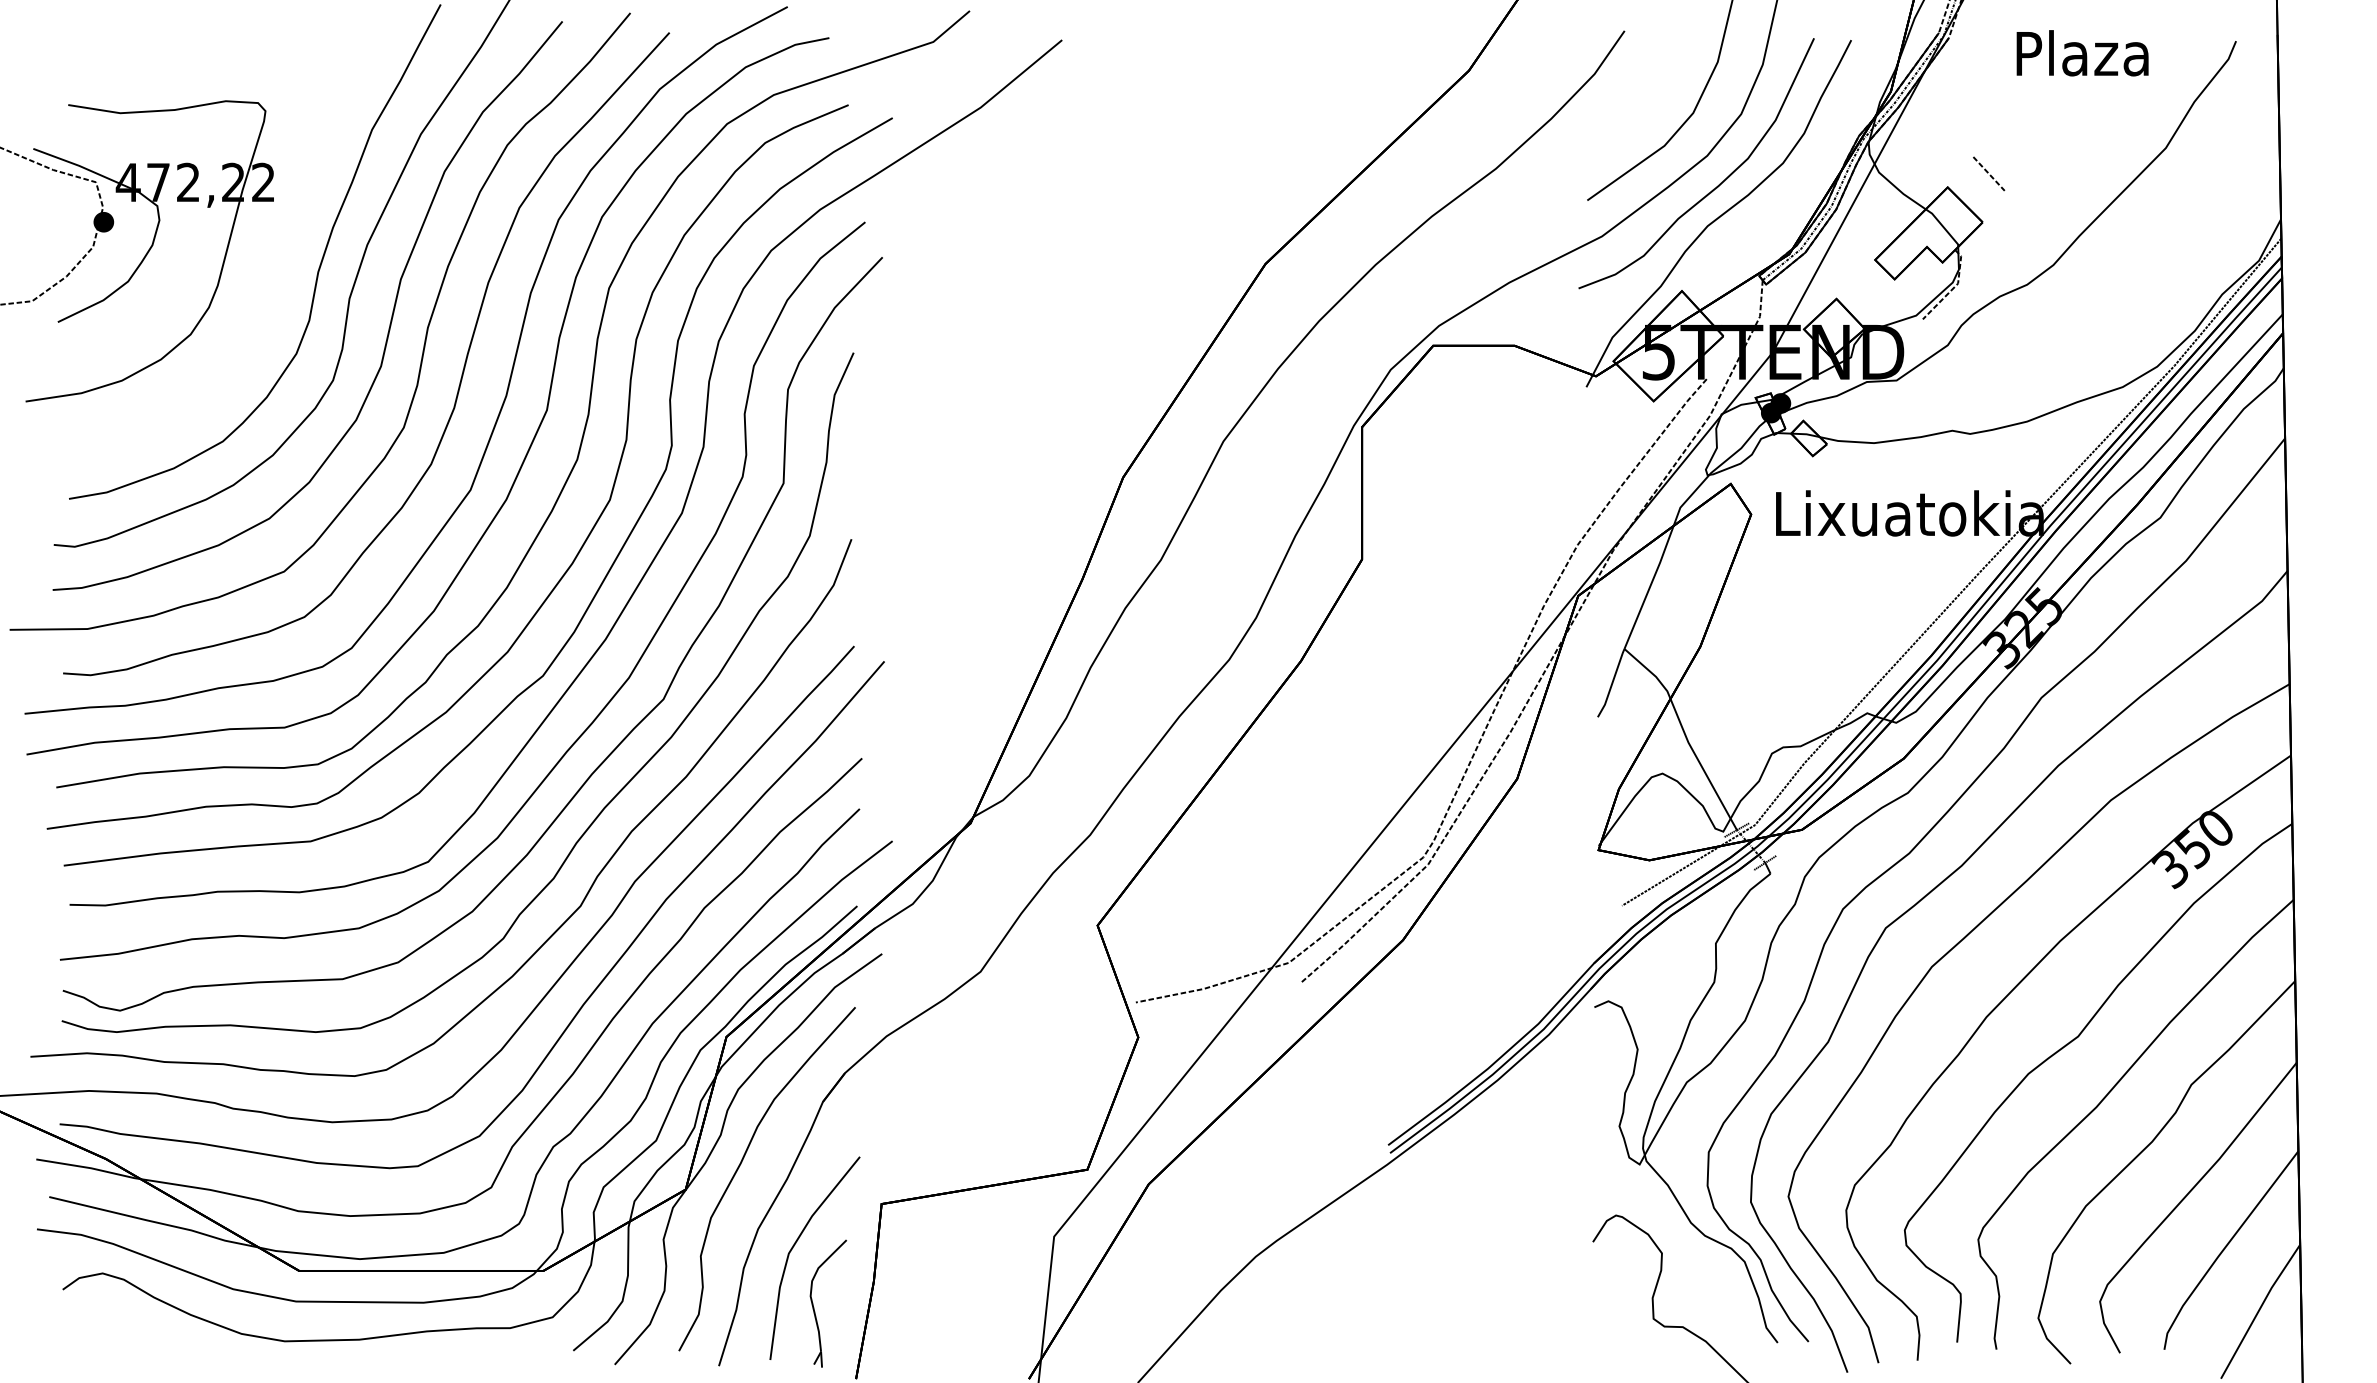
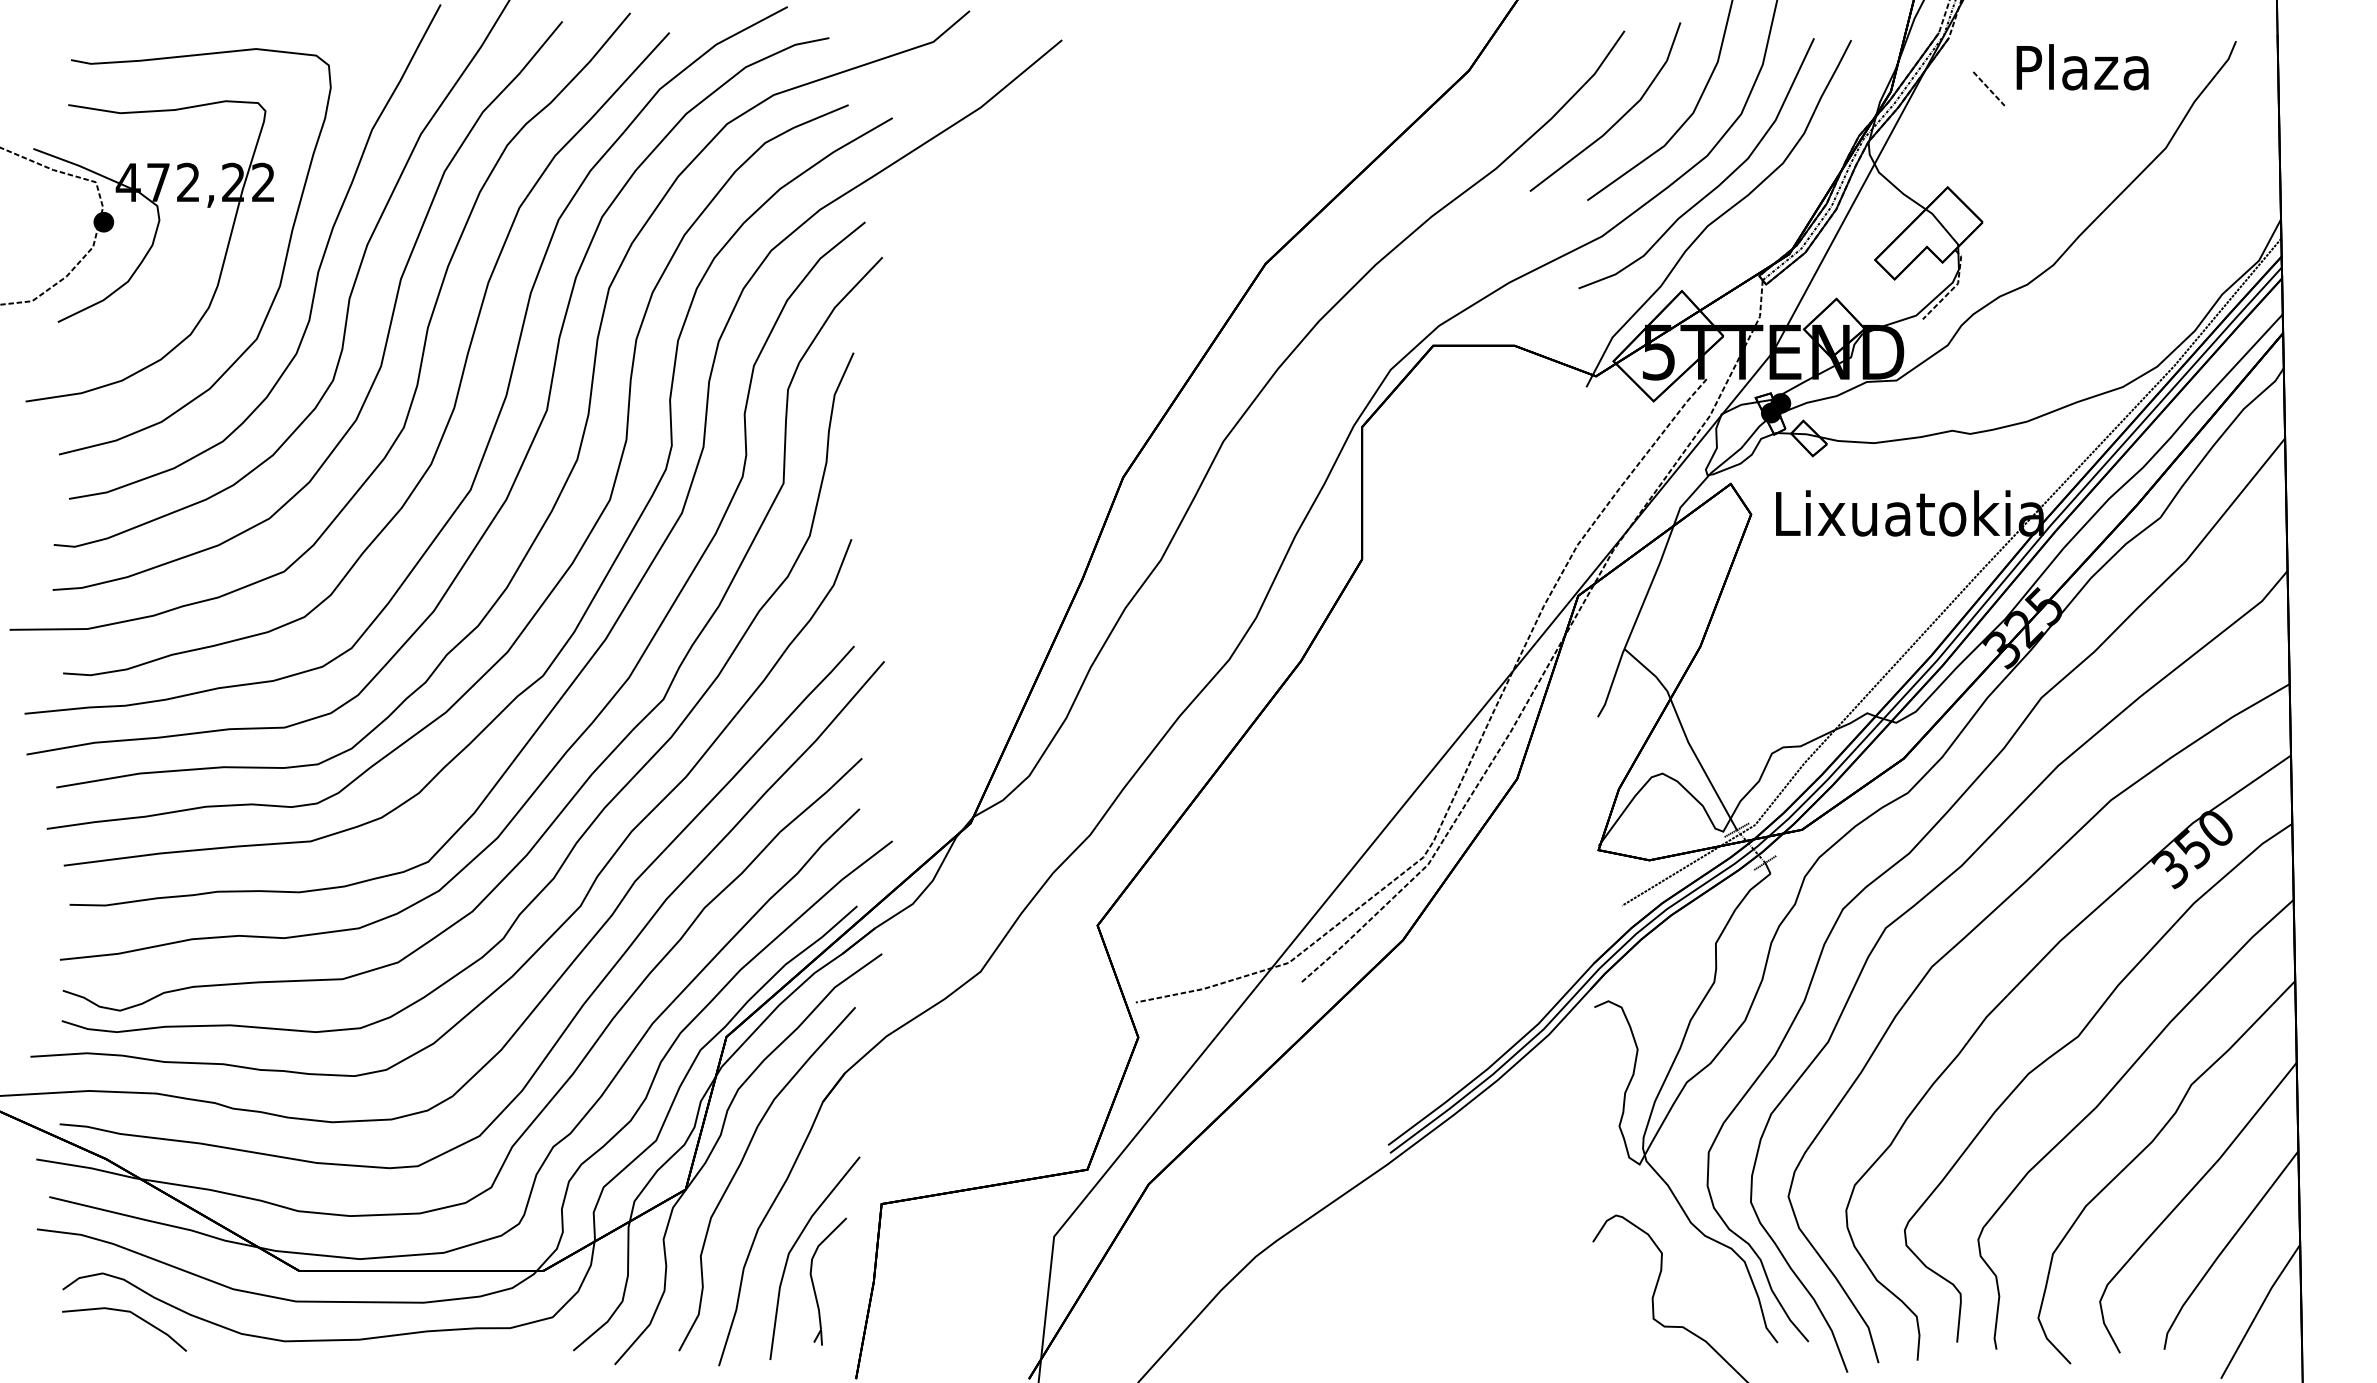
text at (2082, 53) position: (2082, 53) -> (2082, 67)
line at (1618, 119): none -> present
line at (1988, 172) position: (1988, 172) -> (1988, 87)
part at (281, 273): none -> present
part at (814, 1307) position: (814, 1307) -> (814, 1285)
curve at (132, 1314): none -> present
